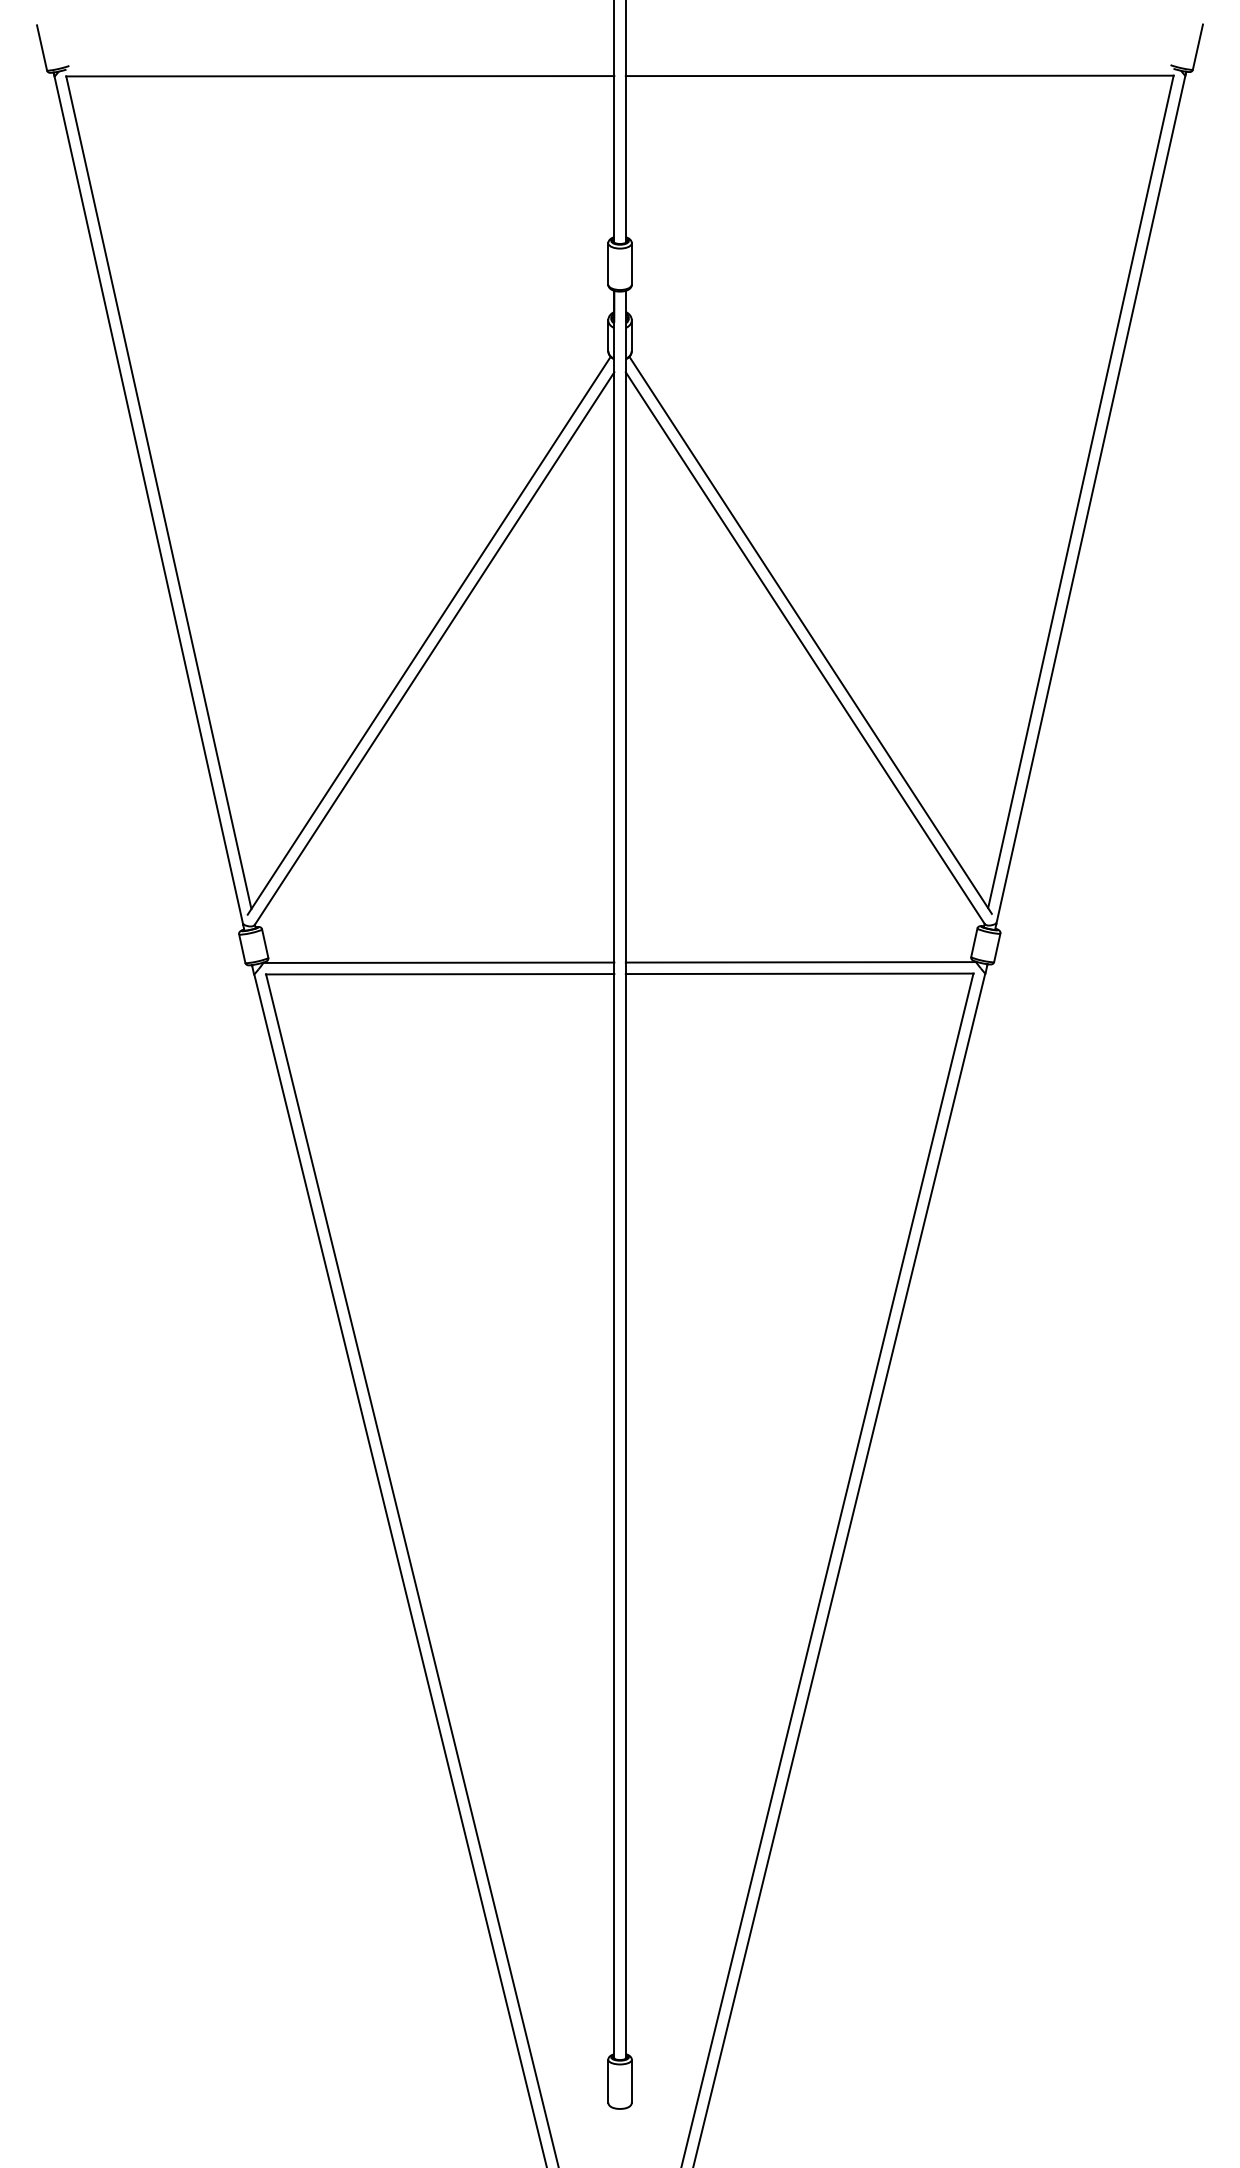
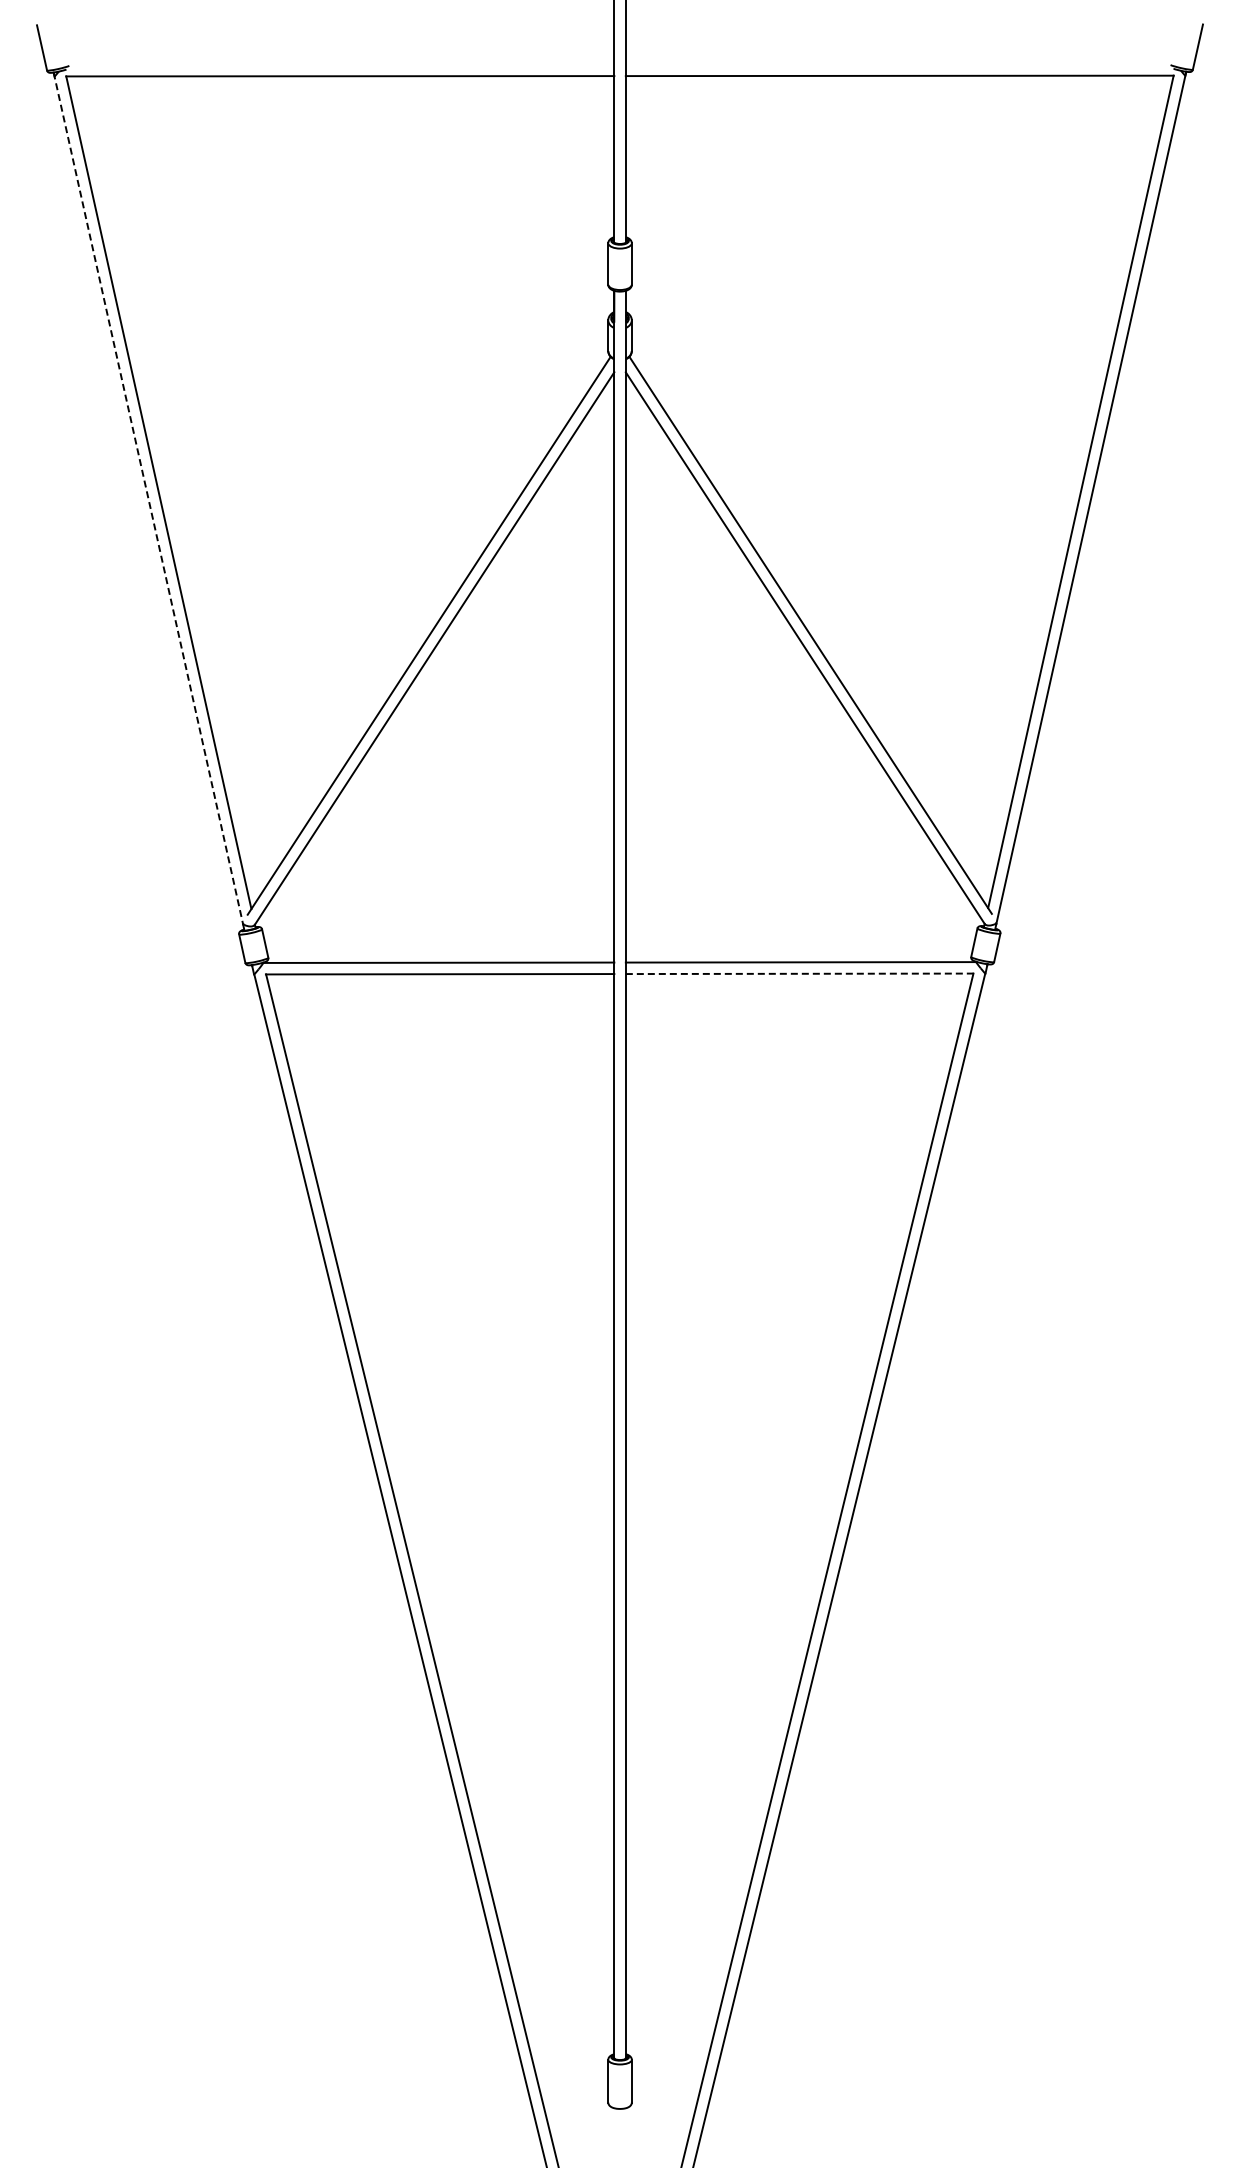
line at (148, 498): solid -> dashed
line at (799, 973): solid -> dashed
